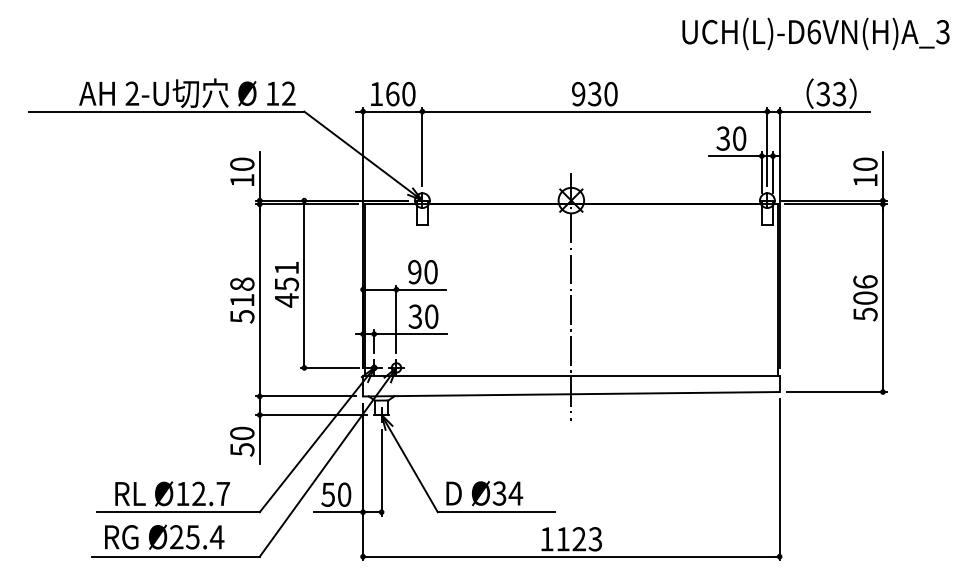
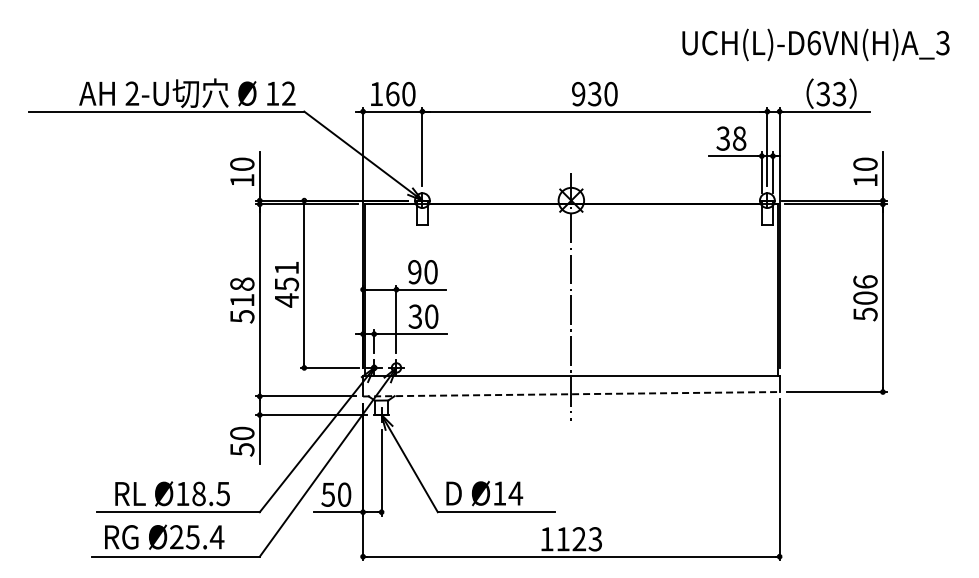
text at (815, 33) position: (815, 33) -> (815, 44)
text at (739, 138): 30 -> 38
line at (571, 394): solid -> dashed
text at (211, 493): Ø12.7 -> Ø18.5
text at (499, 493): Ø34 -> Ø14
